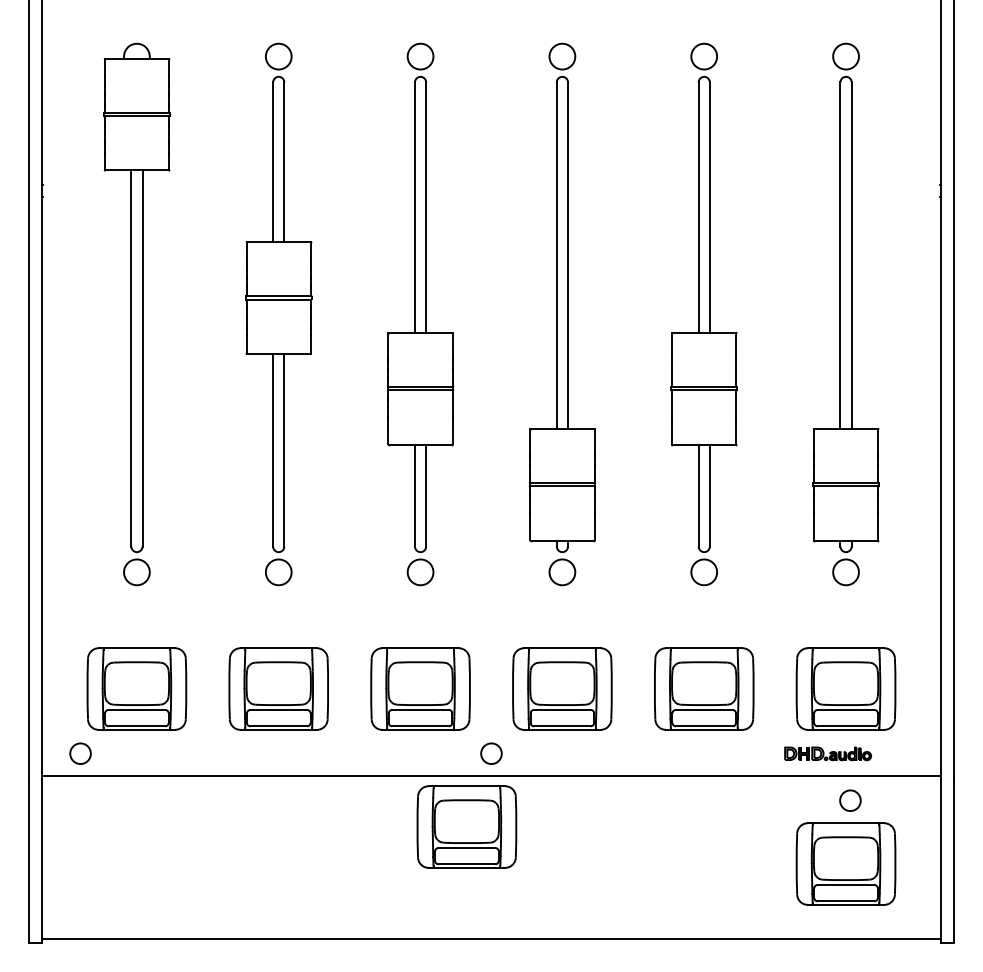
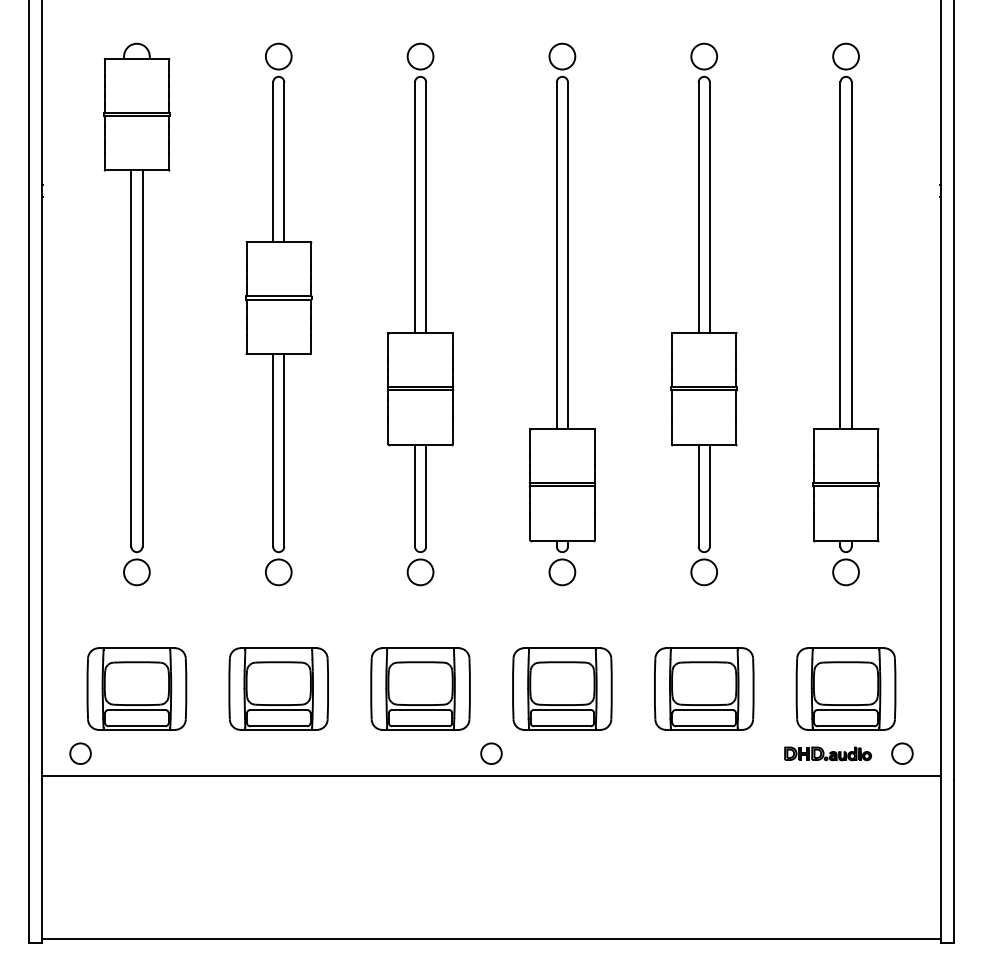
circle at (850, 800) position: (850, 800) -> (902, 753)
part at (466, 826): present -> none
part at (845, 863): present -> none
